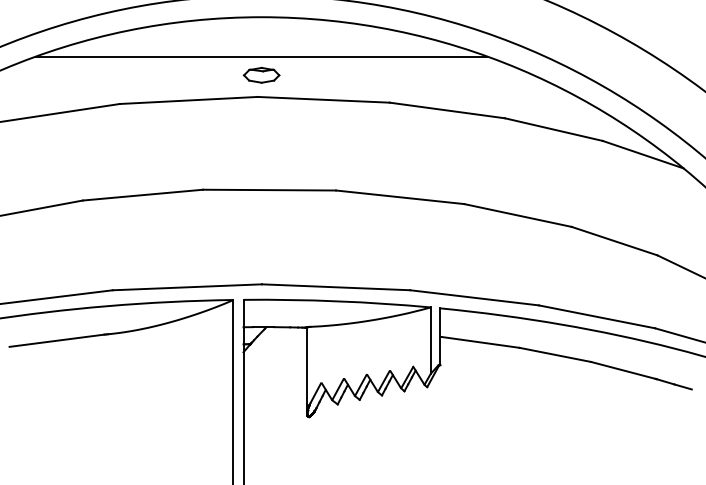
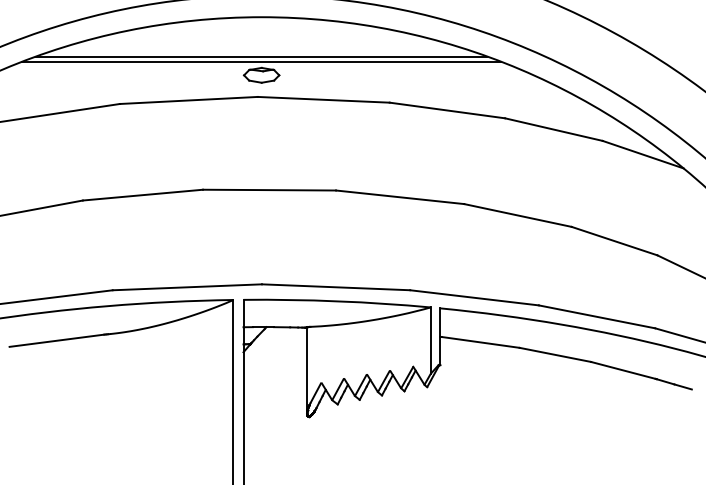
line at (261, 62): none -> present
